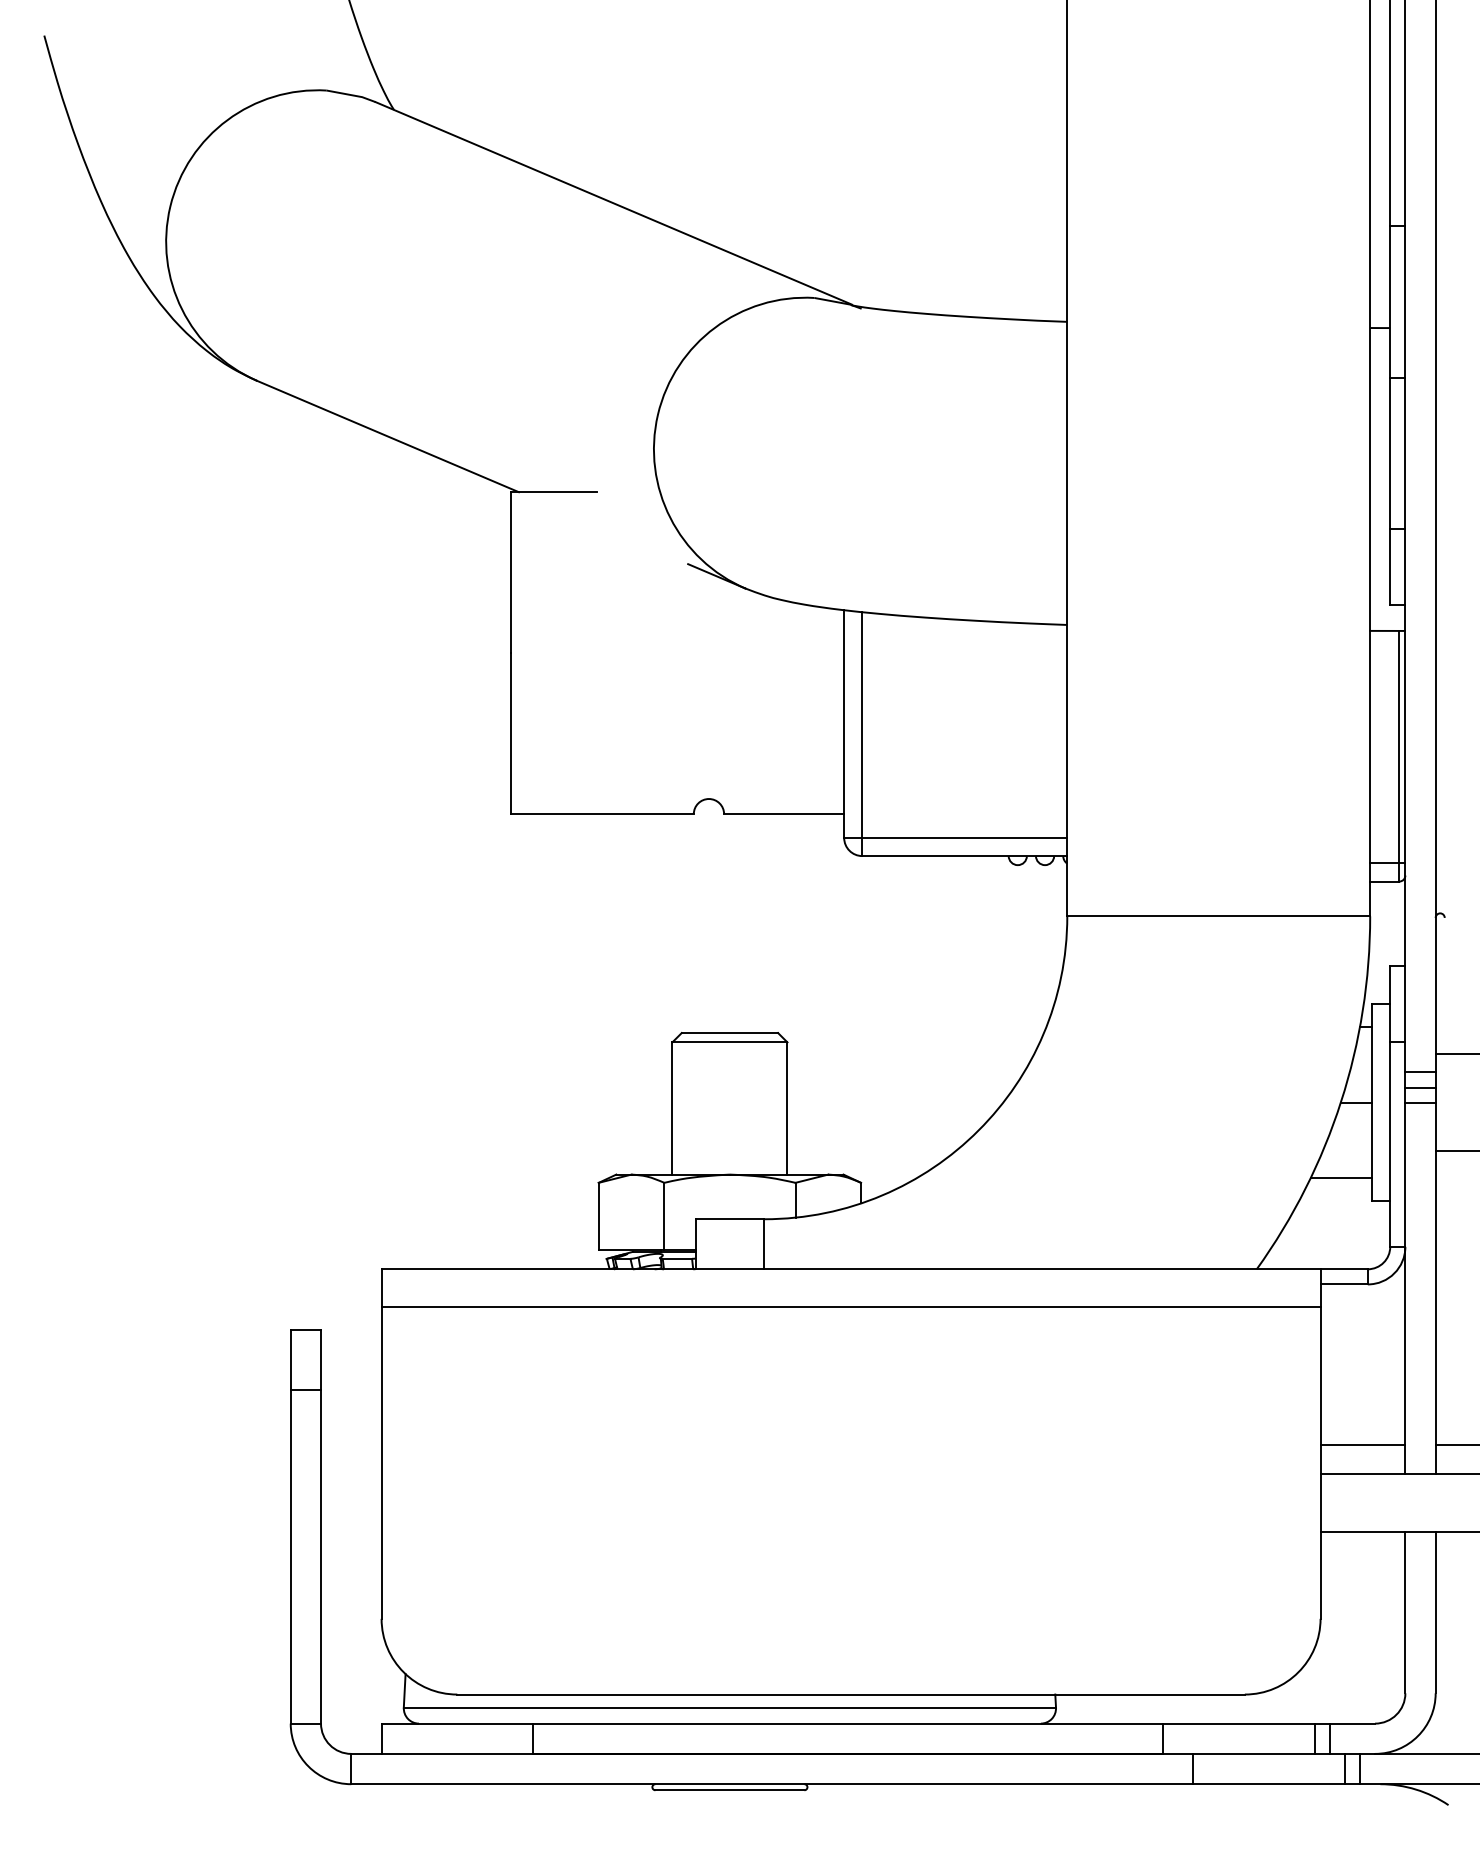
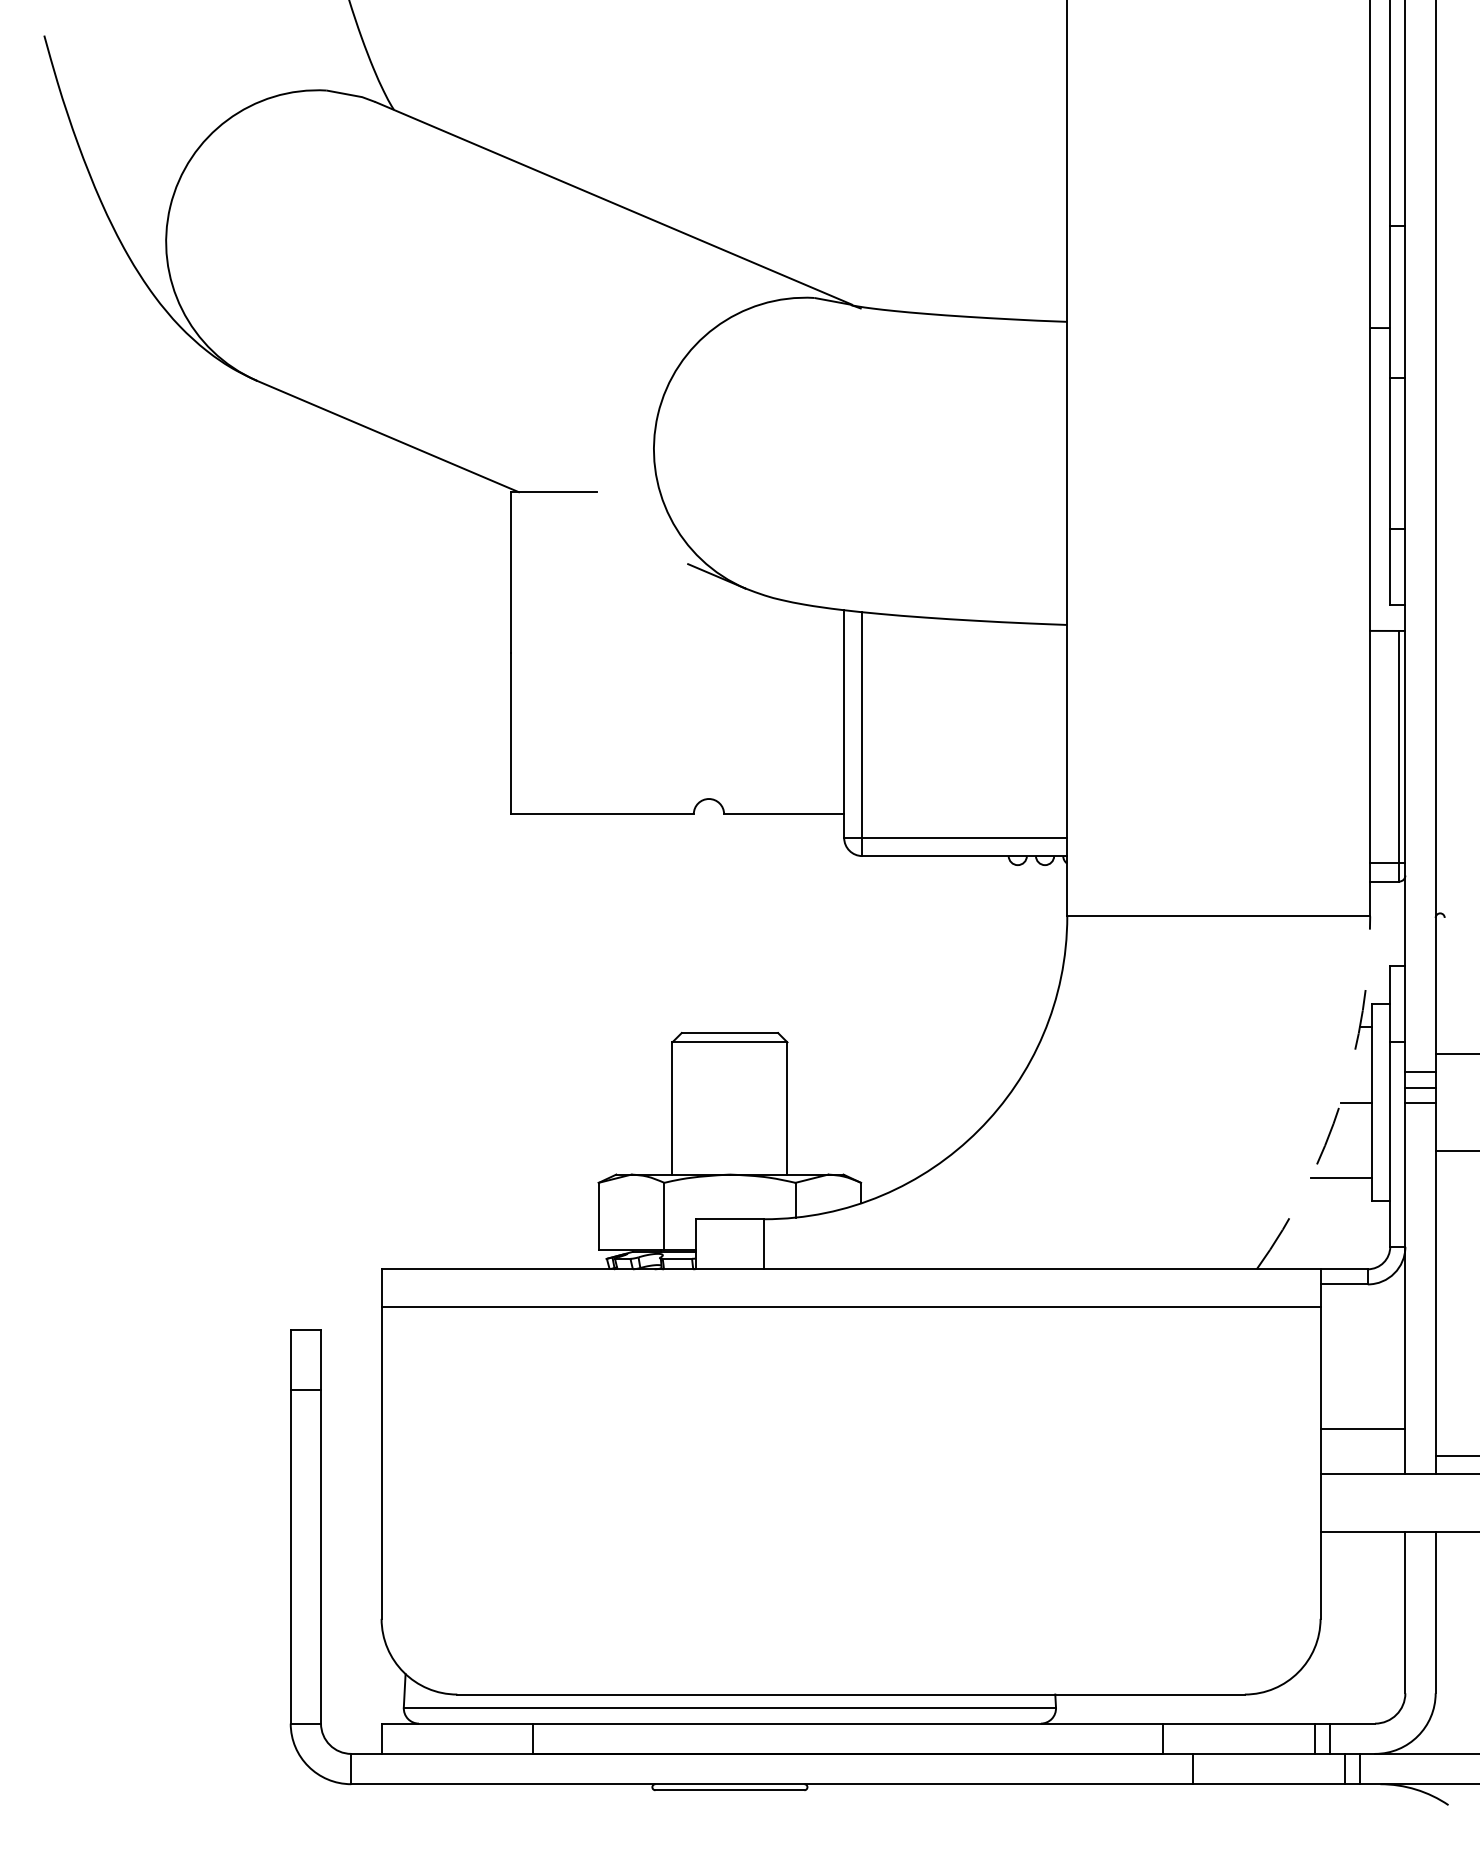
arc at (1341, 1101): solid -> dashed
line at (1362, 1444) position: (1362, 1444) -> (1362, 1428)
line at (1455, 1444) position: (1455, 1444) -> (1455, 1455)
